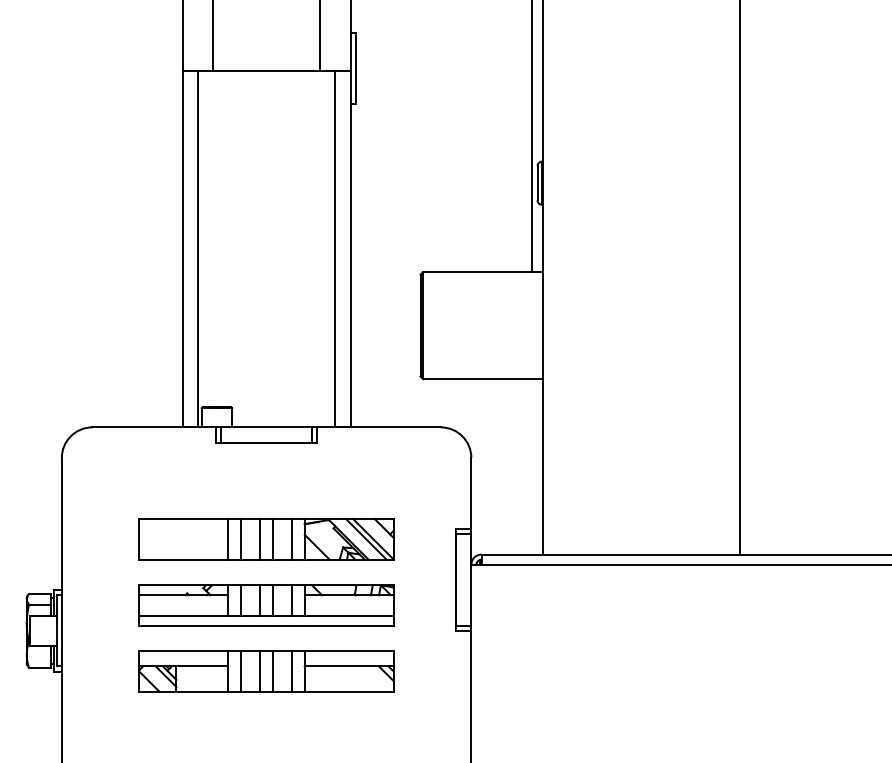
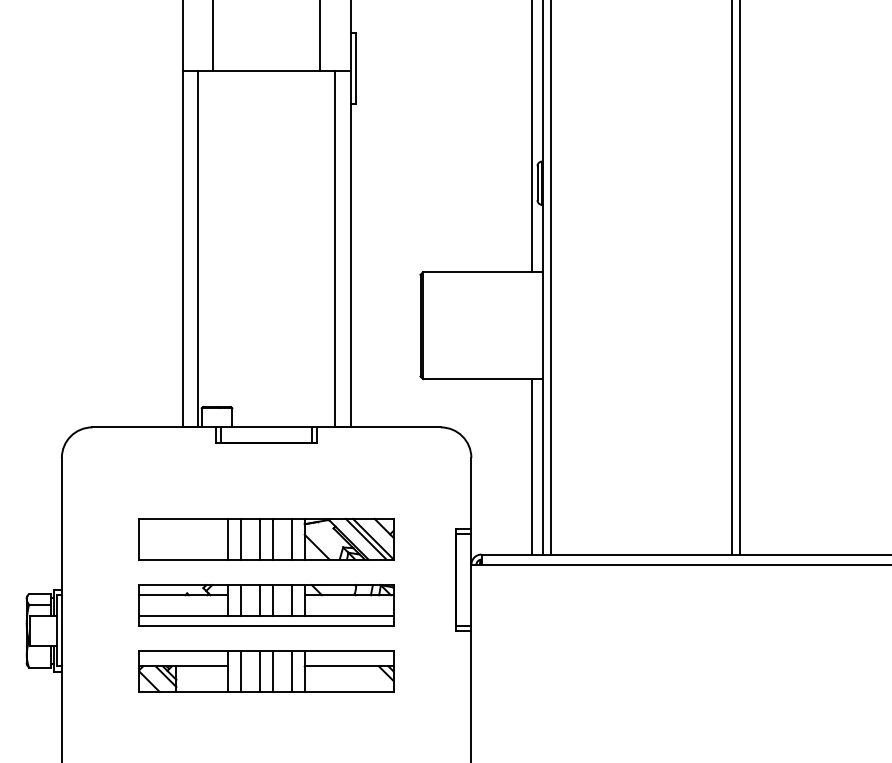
line at (550, 278): none -> present
line at (731, 278): none -> present
line at (532, 466): none -> present
